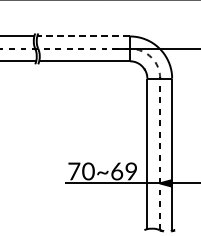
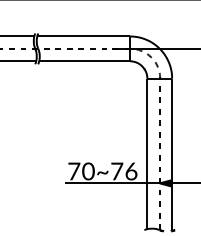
line at (83, 36): dashed -> solid
text at (124, 171): 70~69 -> 70~76
